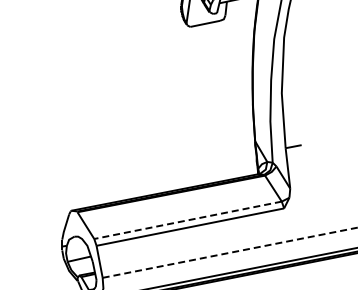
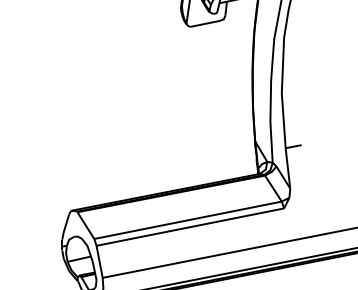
line at (188, 220): dashed -> solid
line at (230, 252): dashed -> solid
